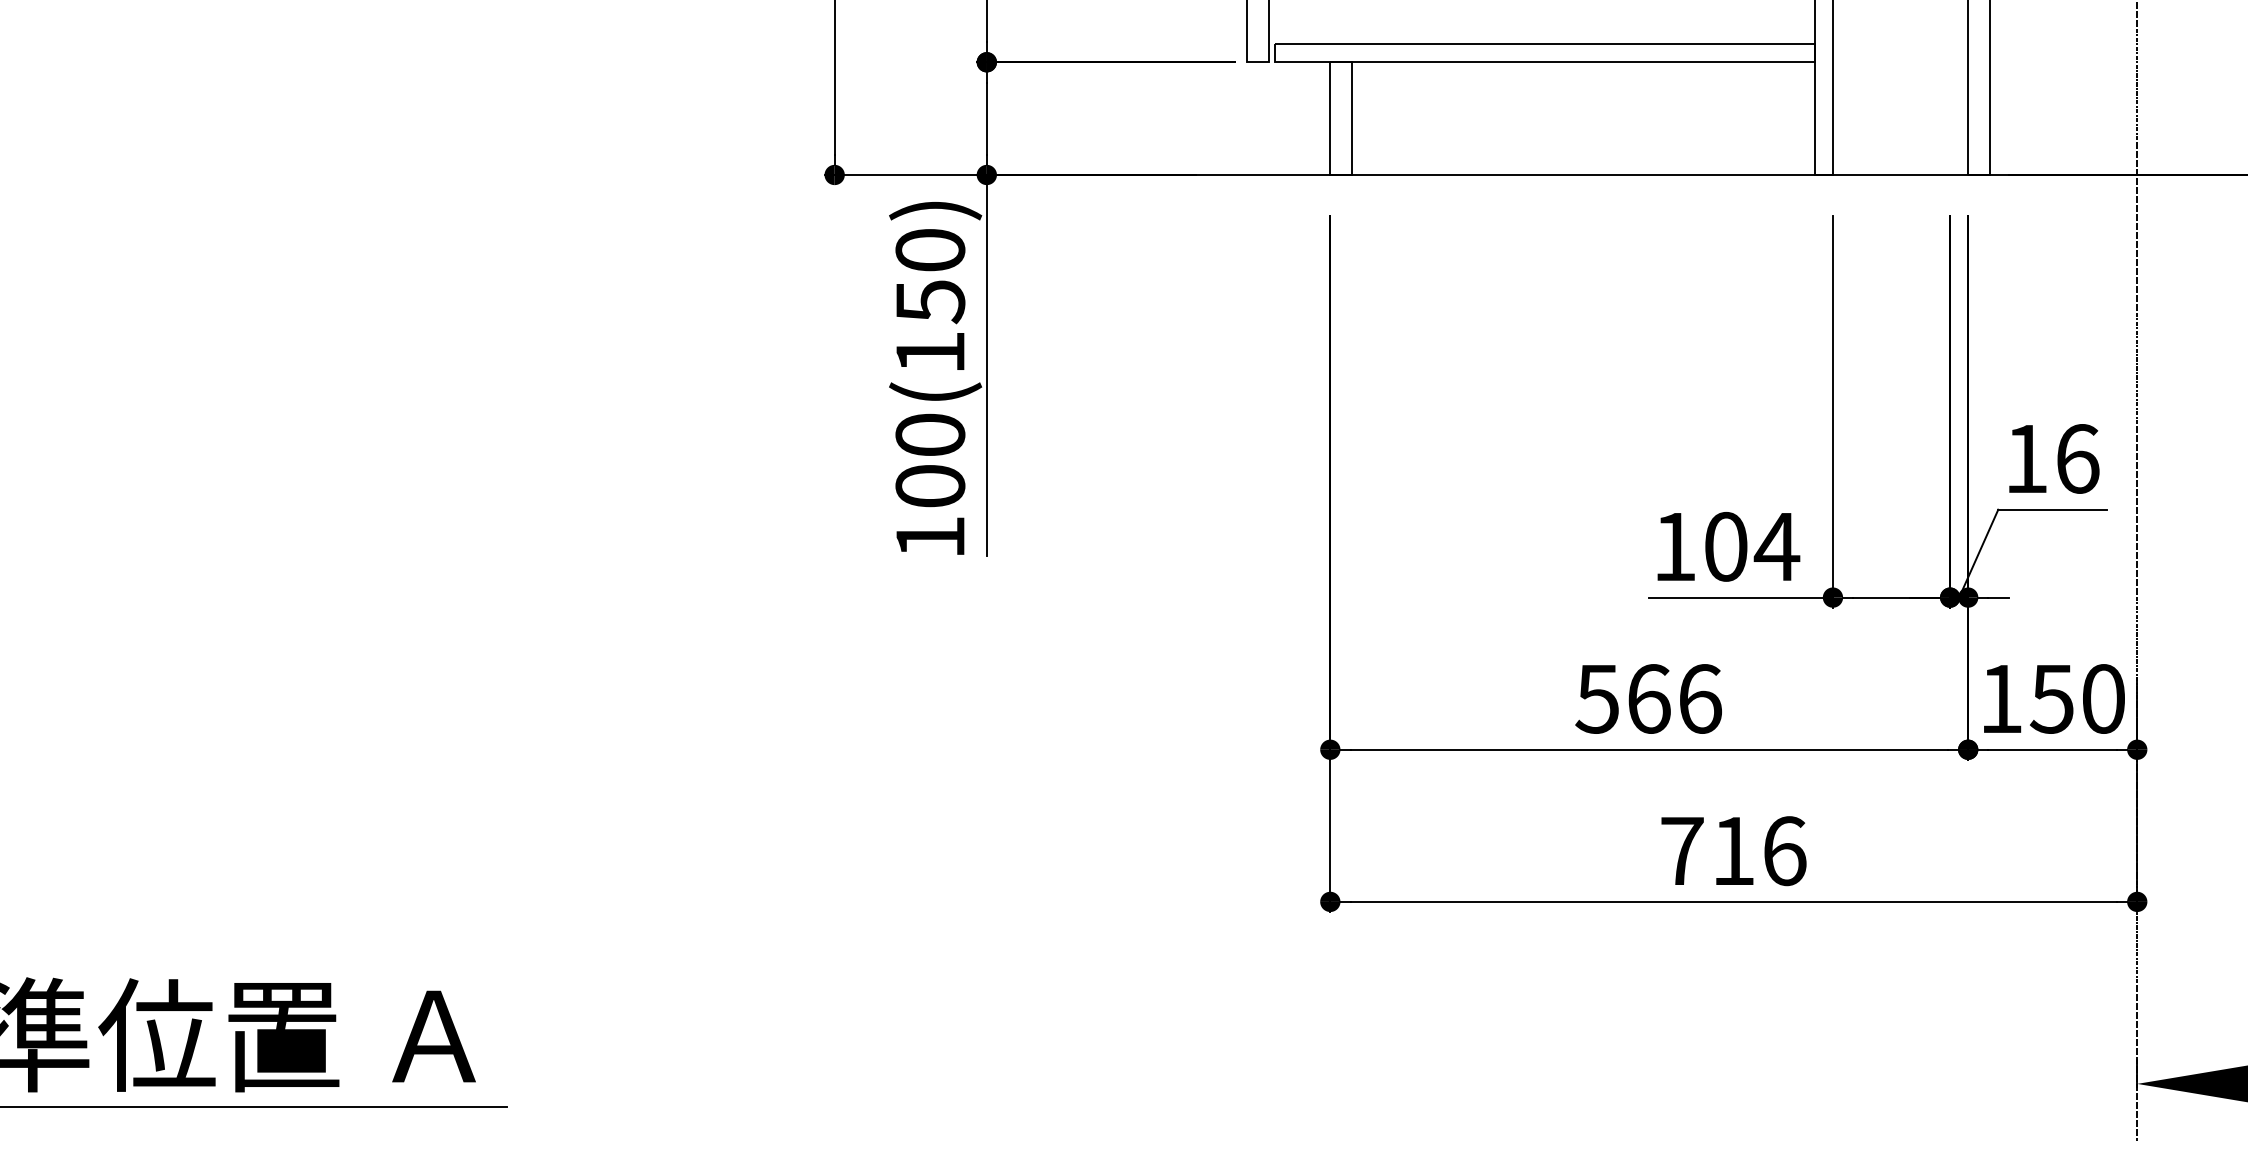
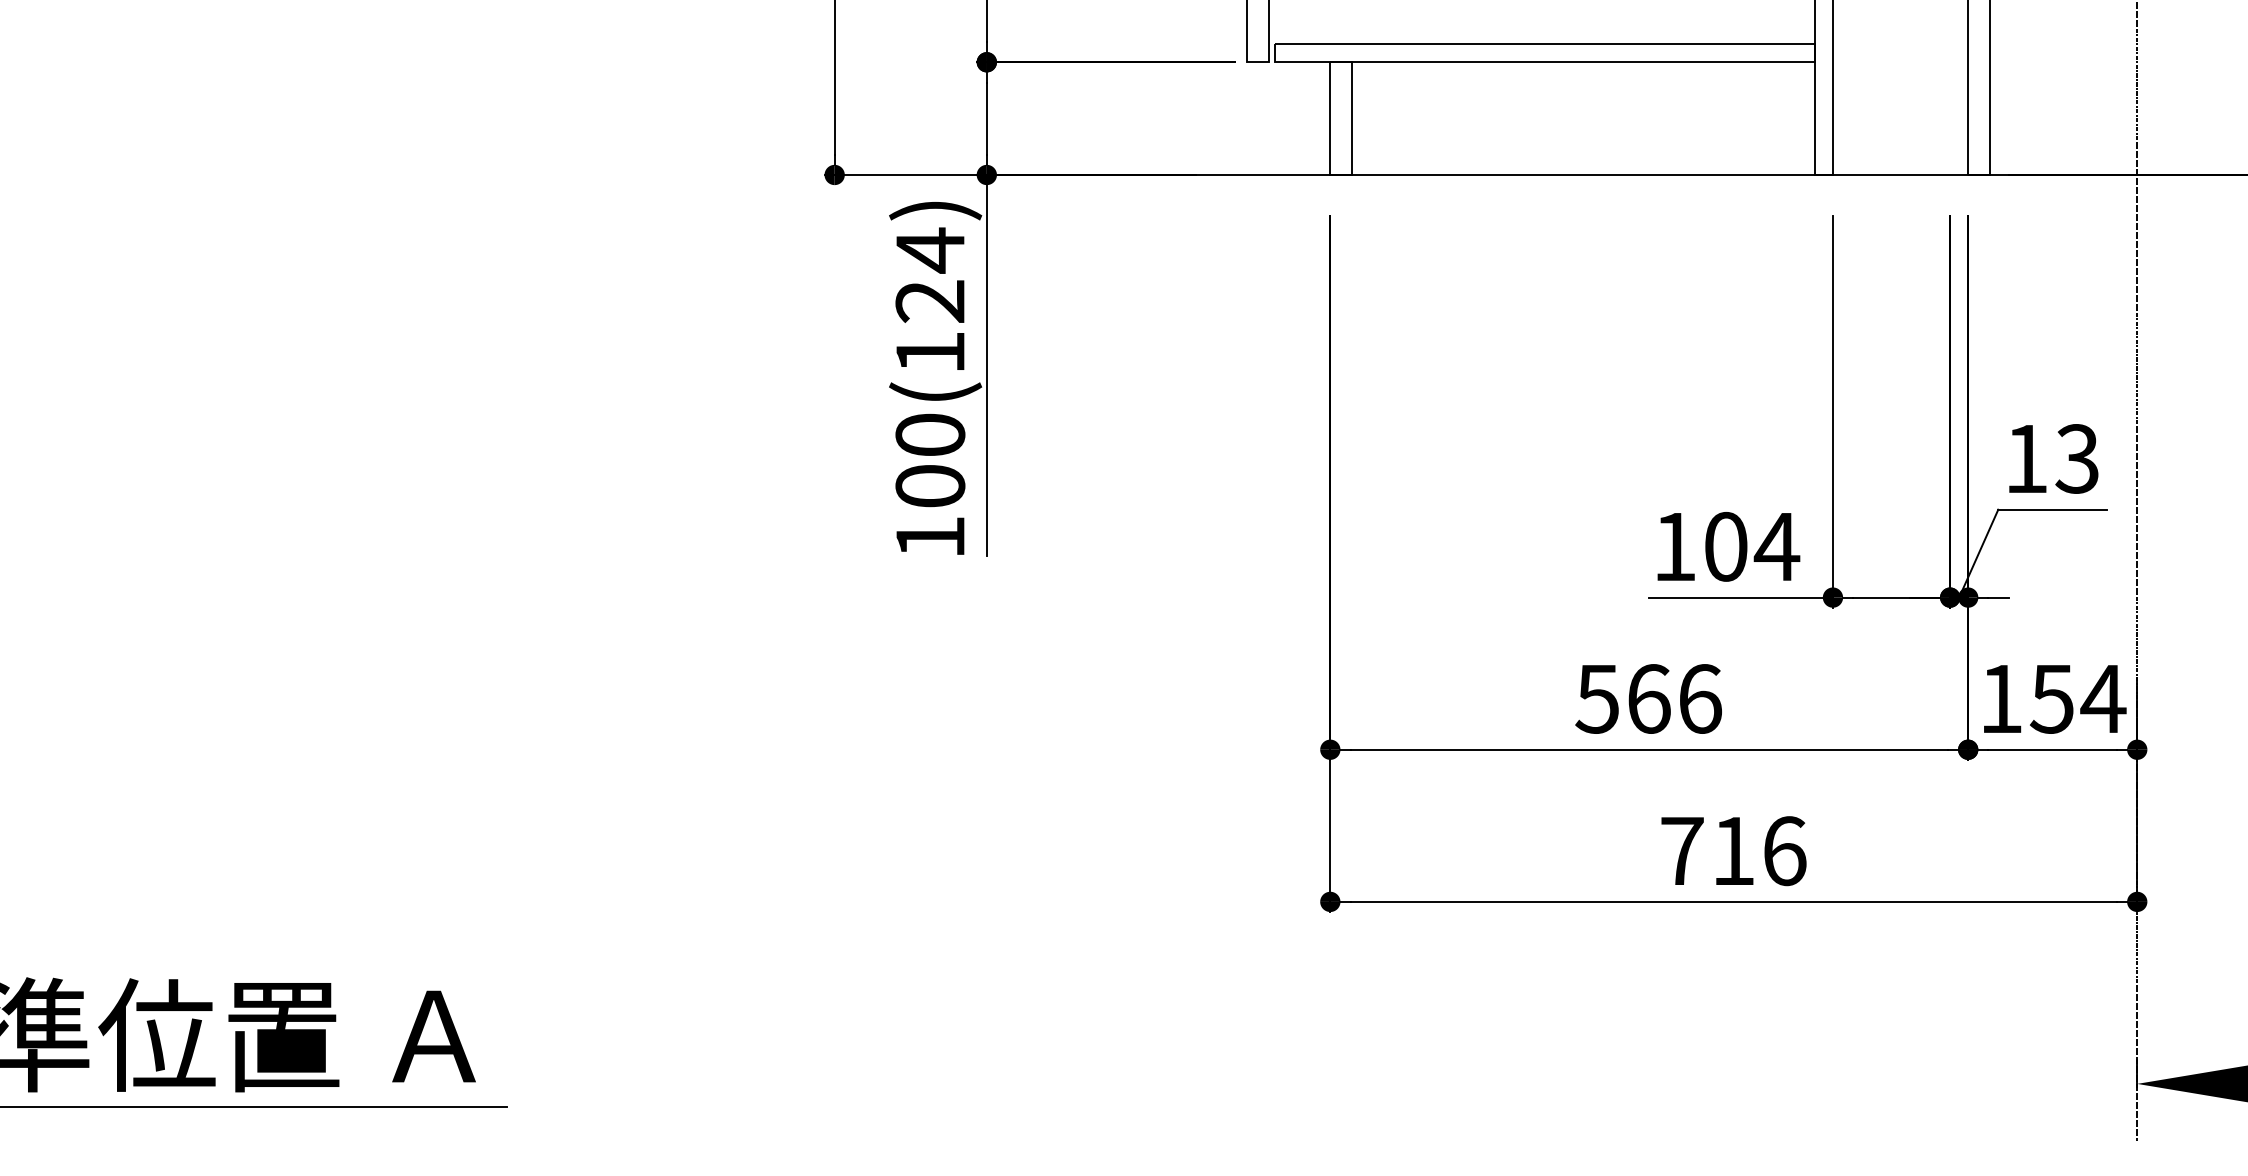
text at (930, 275): 100(150) -> 100(124)
text at (2077, 458): 16 -> 13
text at (2103, 698): 150 -> 154
